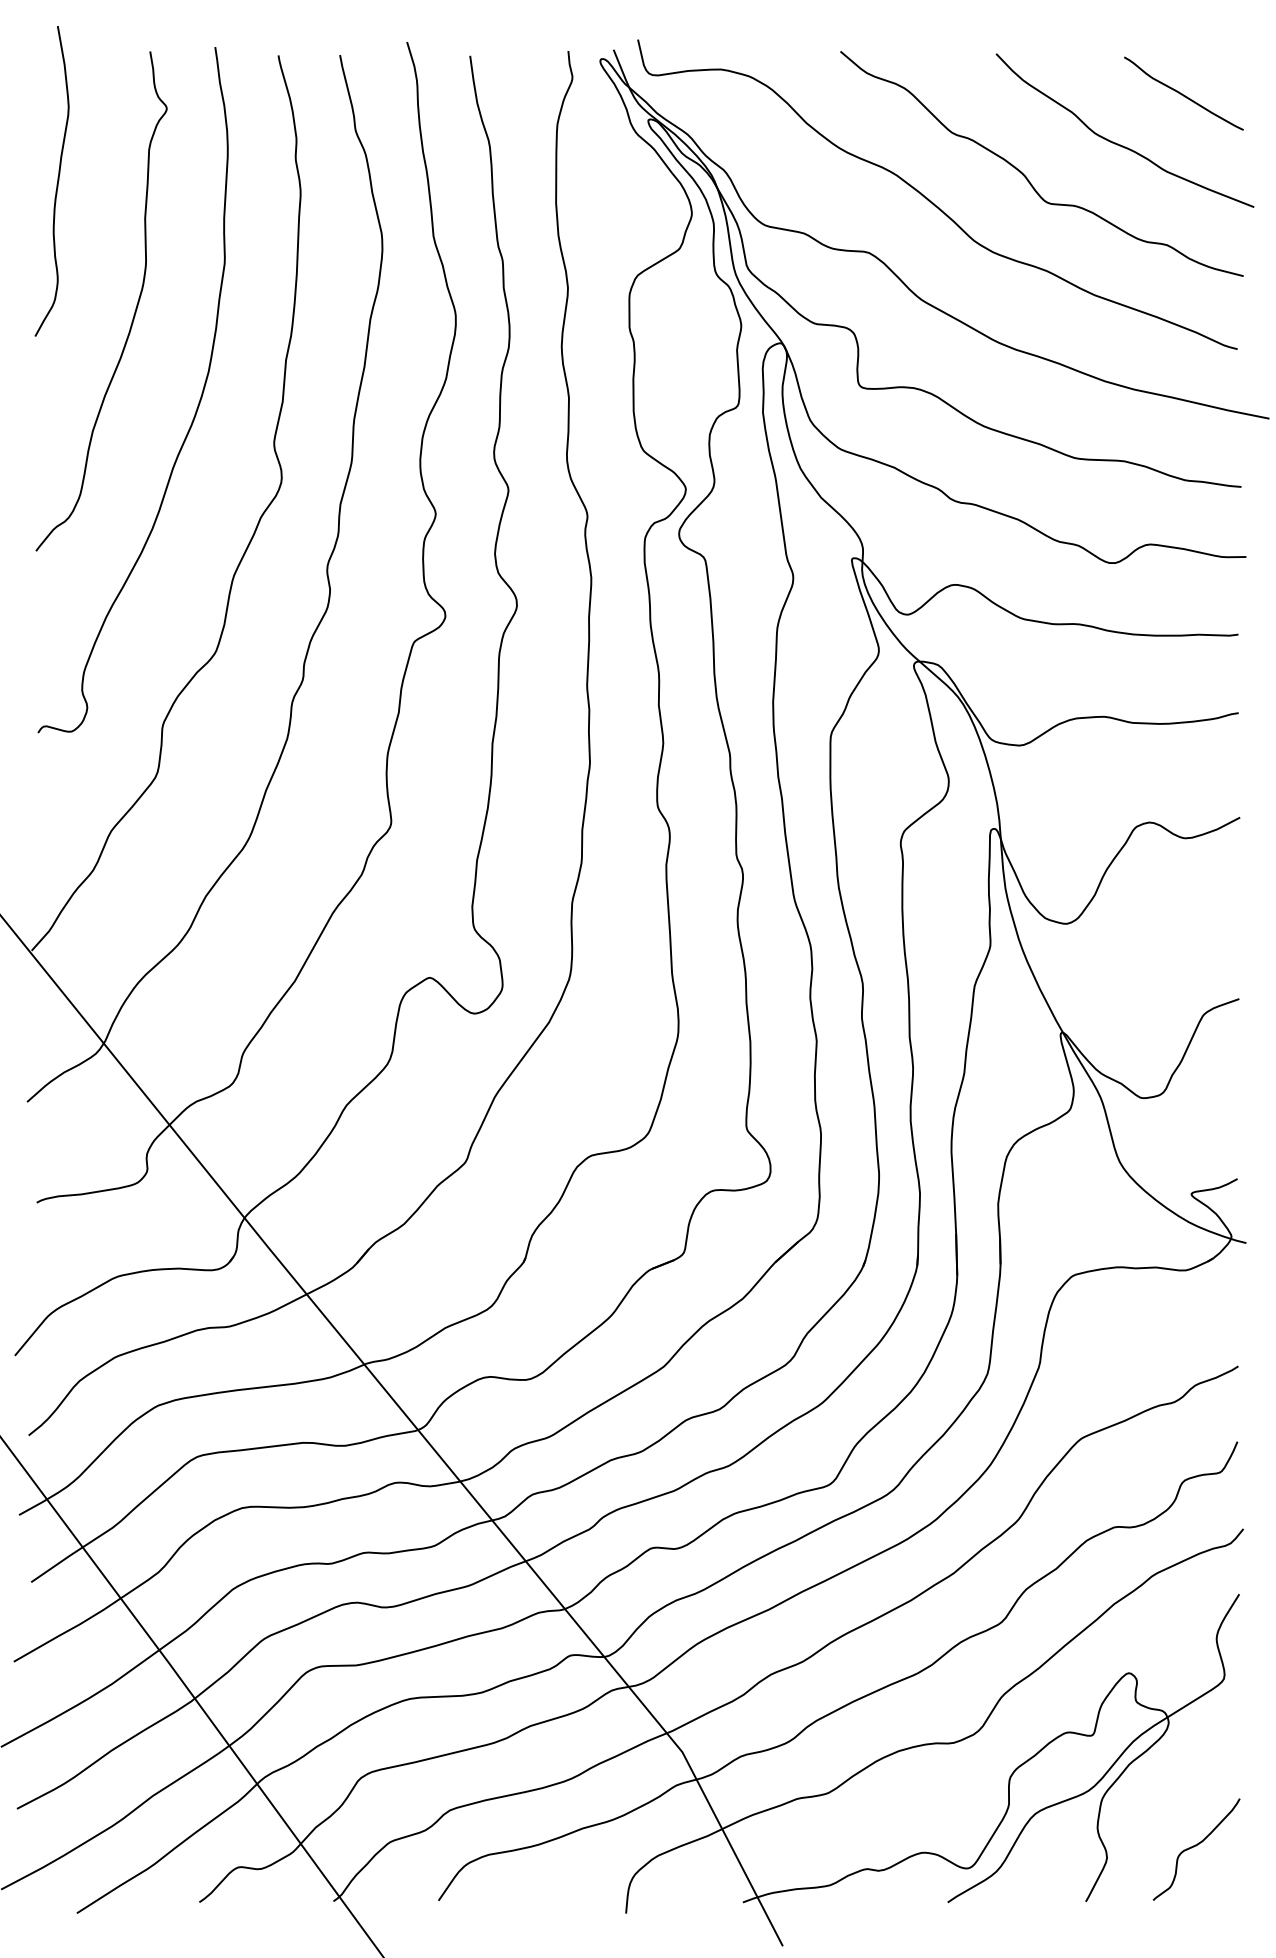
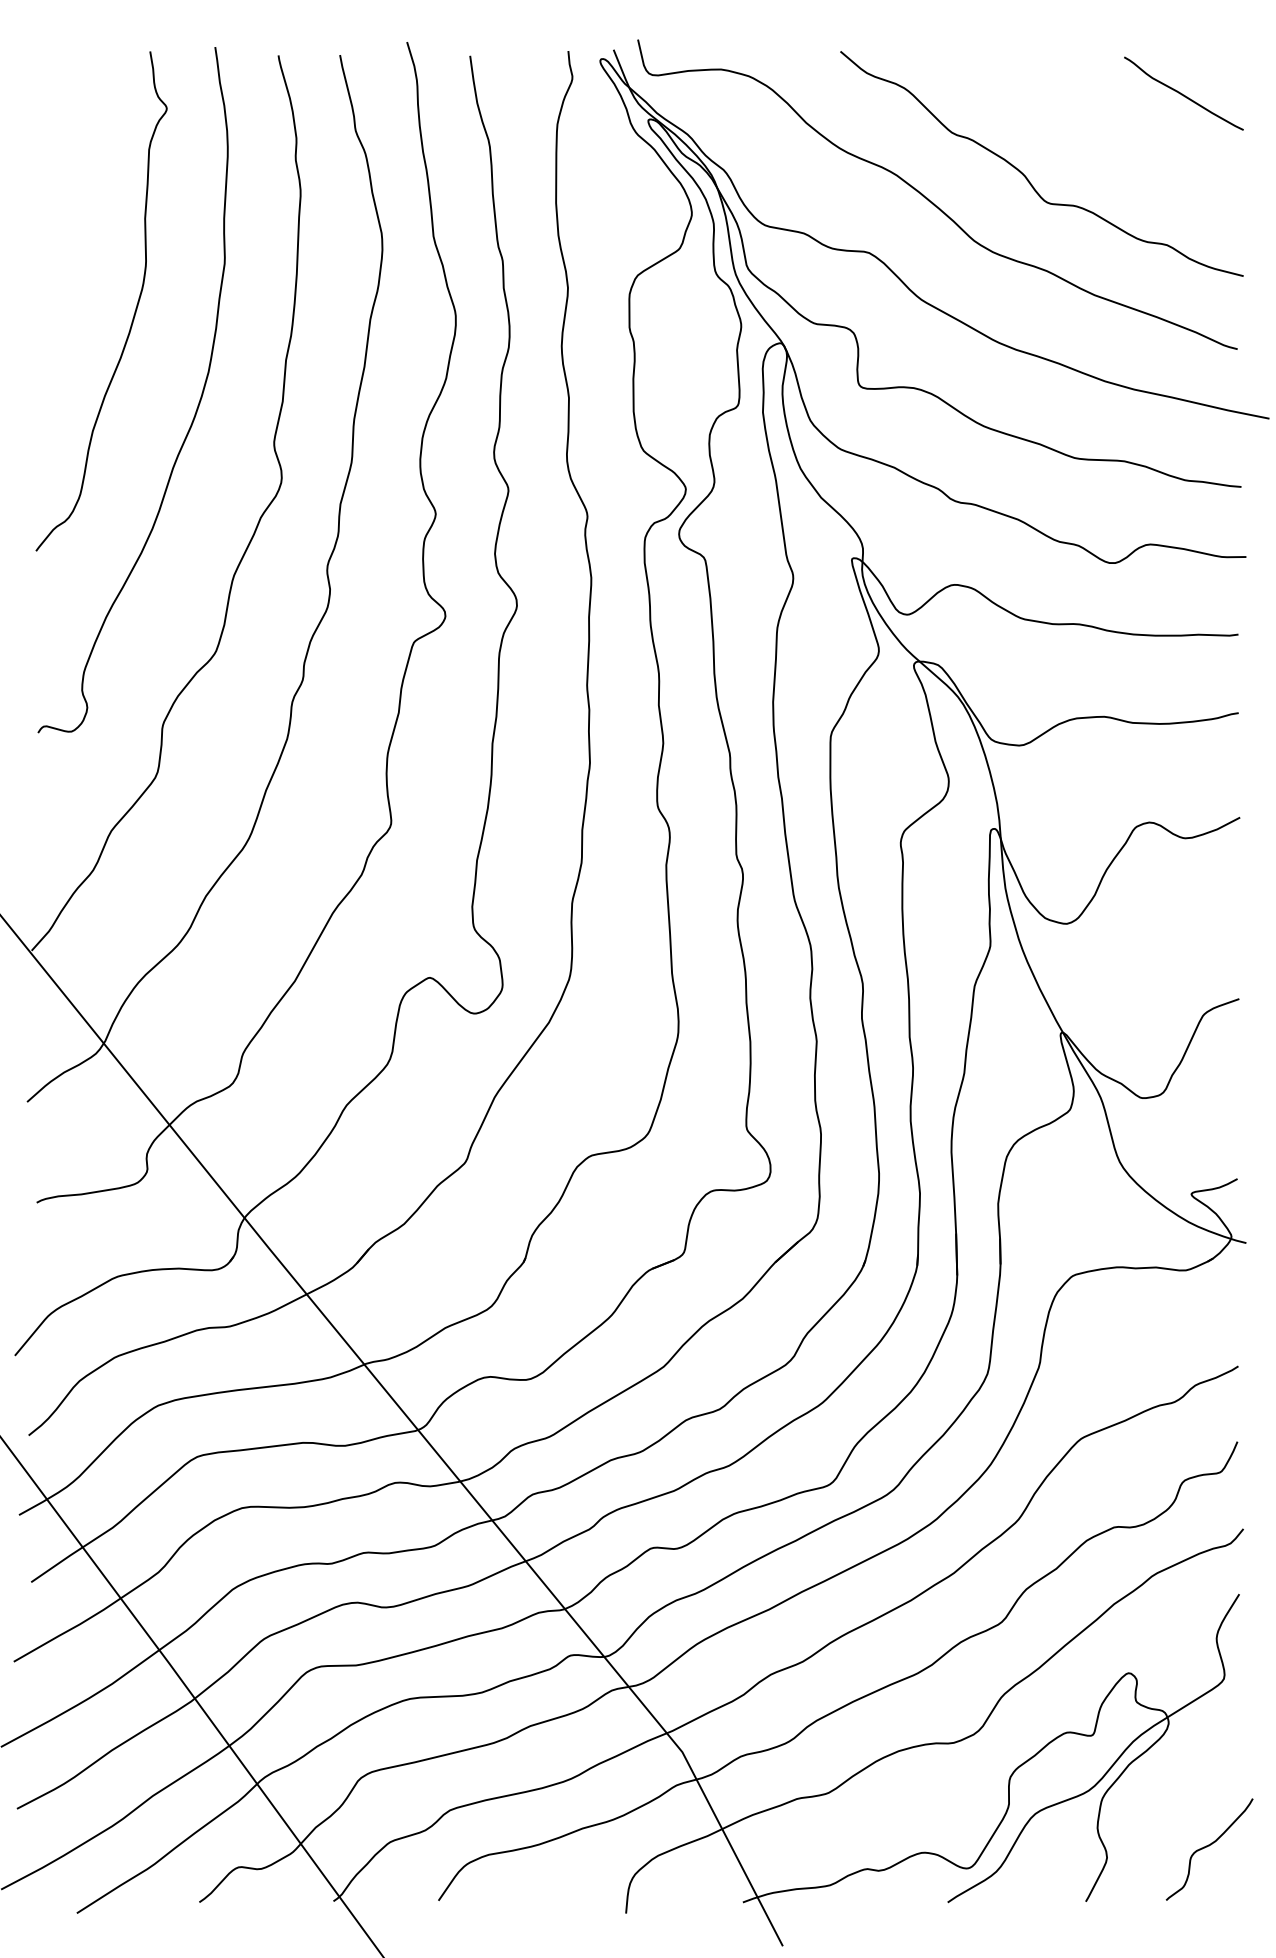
curve at (1118, 143): present -> none
curve at (56, 184): present -> none
curve at (1194, 1847) position: (1194, 1847) -> (1207, 1847)
